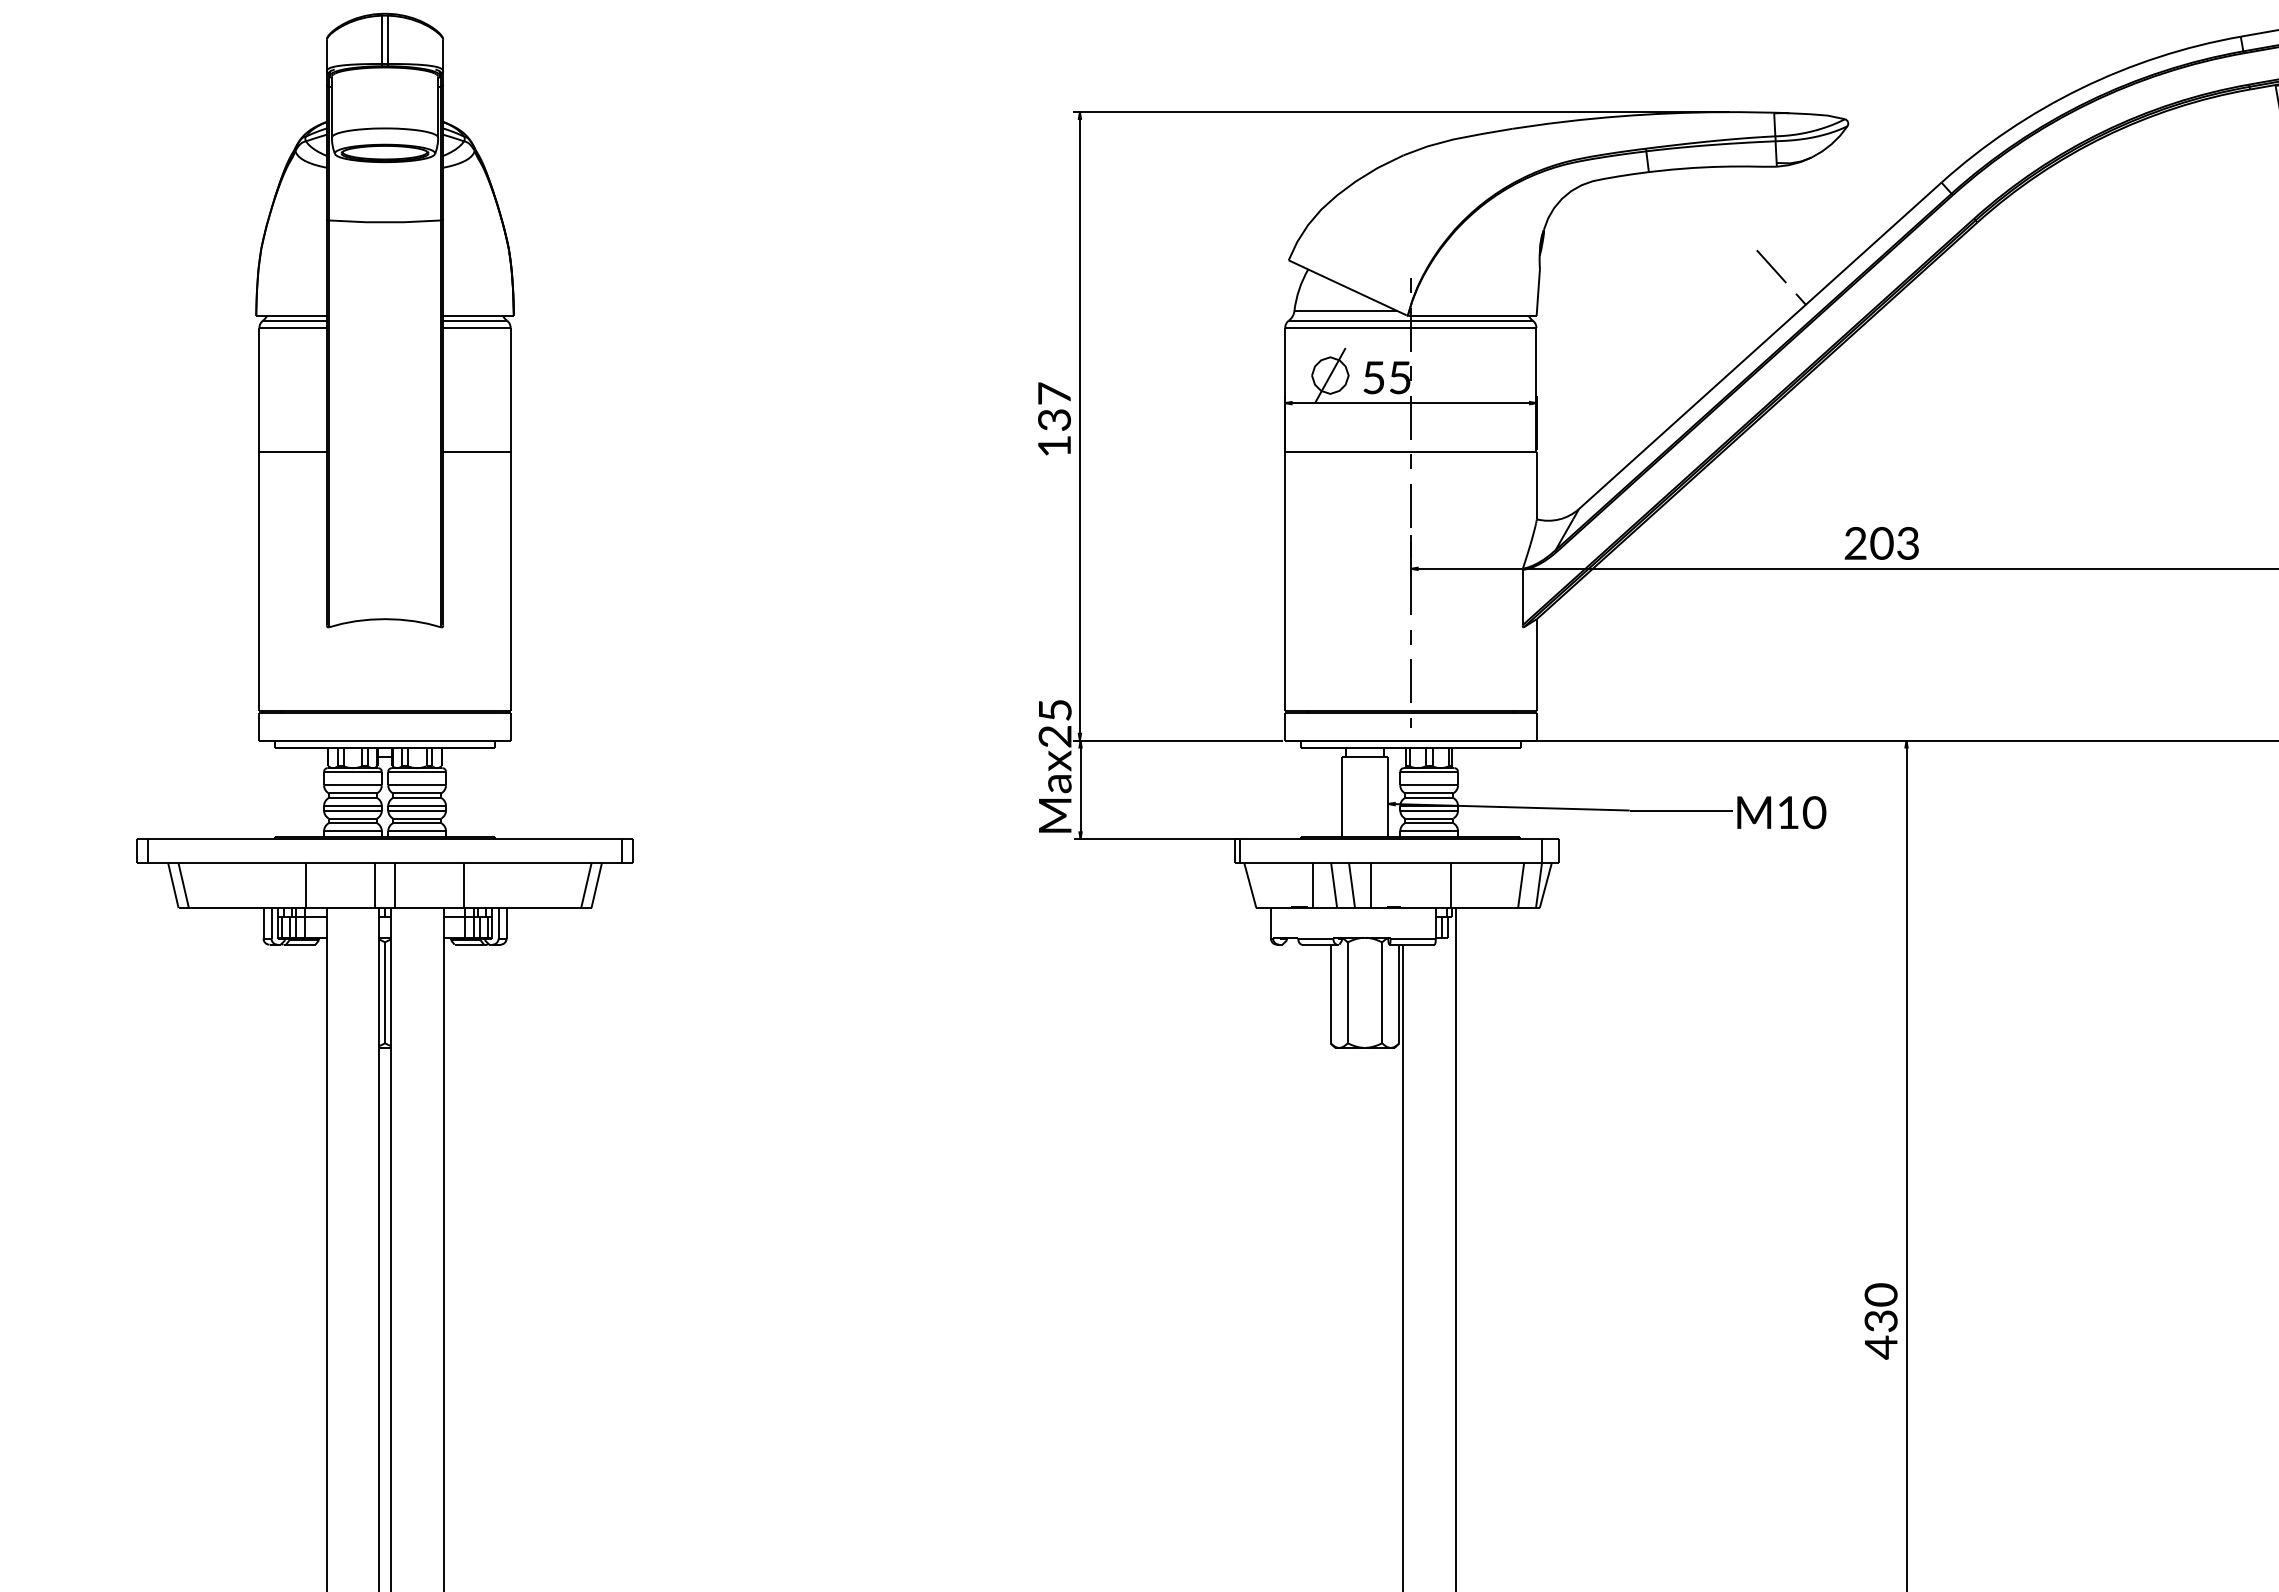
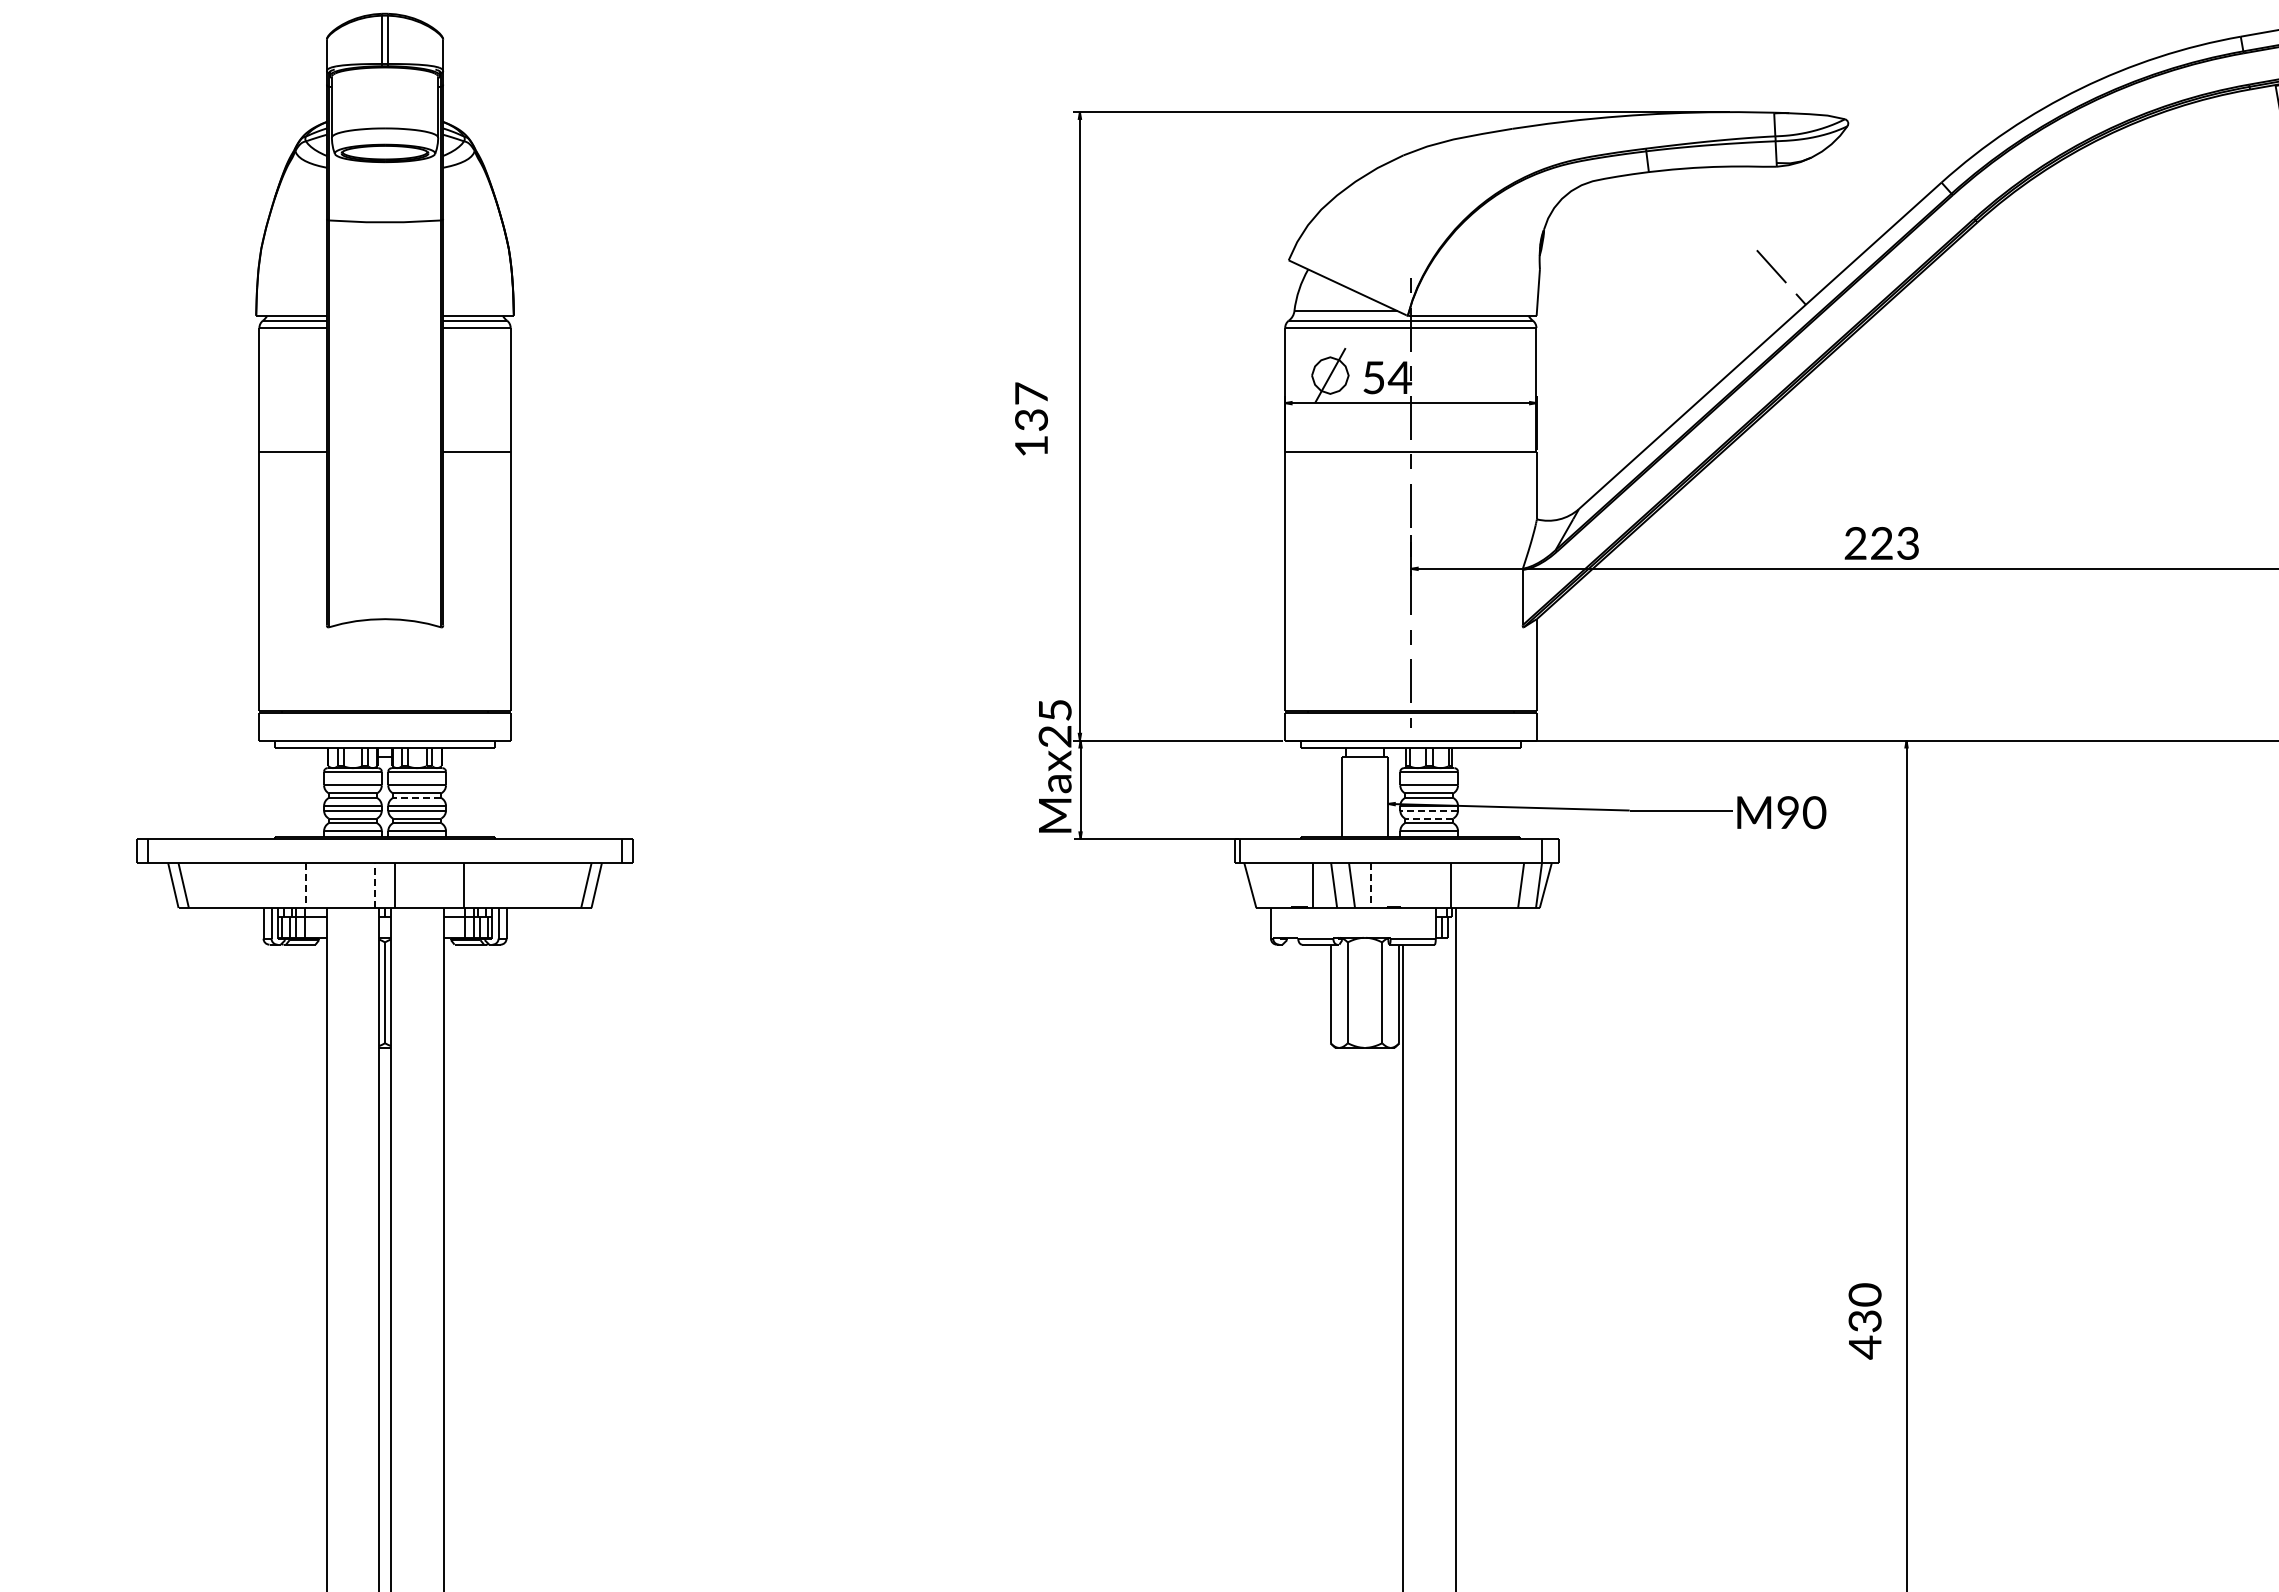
text at (1399, 377): 55 -> 54
text at (1054, 418) position: (1054, 418) -> (1031, 418)
text at (1881, 543): 203 -> 223
line at (416, 797): solid -> dashed
line at (1429, 810): solid -> dashed
text at (1787, 812): M10 -> M90
line at (1428, 818): solid -> dashed
line at (374, 885): solid -> dashed
line at (305, 886): solid -> dashed
line at (1370, 886): solid -> dashed
text at (1880, 1321) position: (1880, 1321) -> (1864, 1321)
